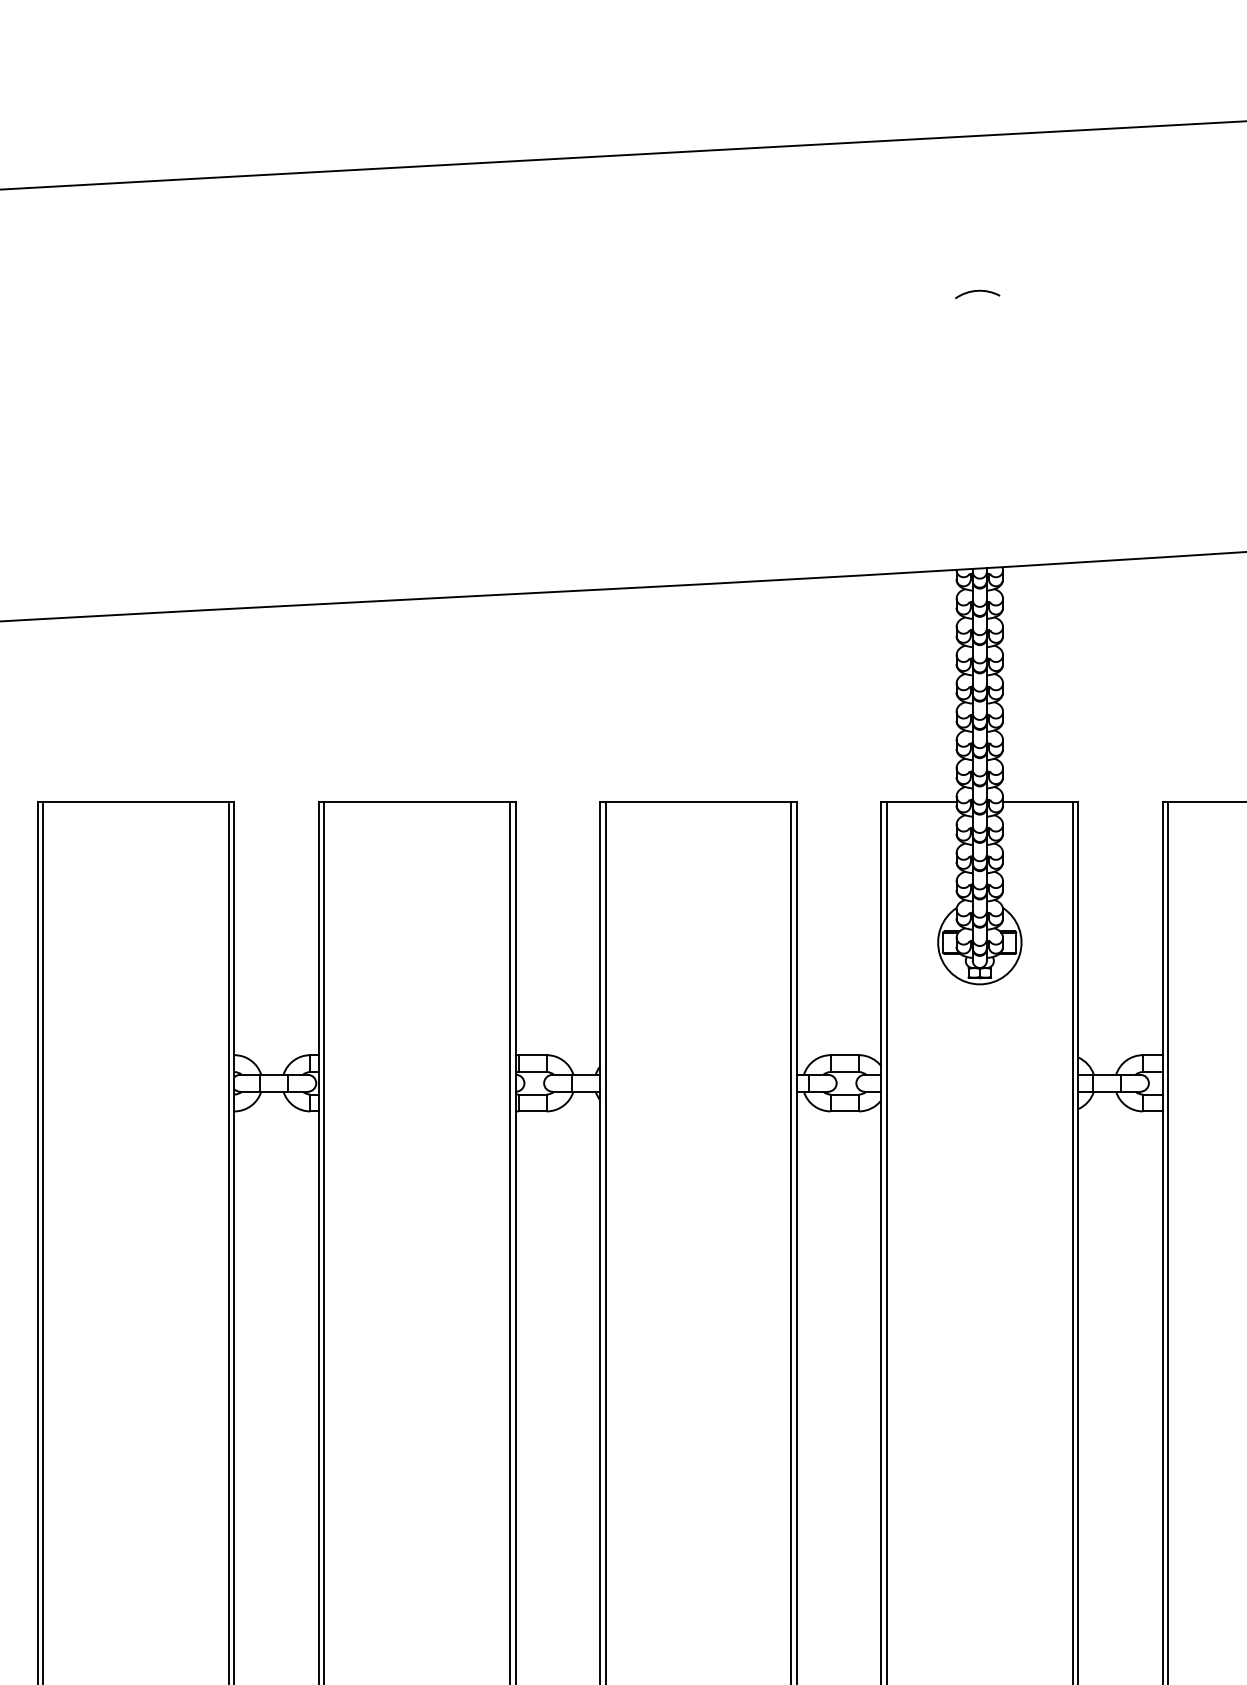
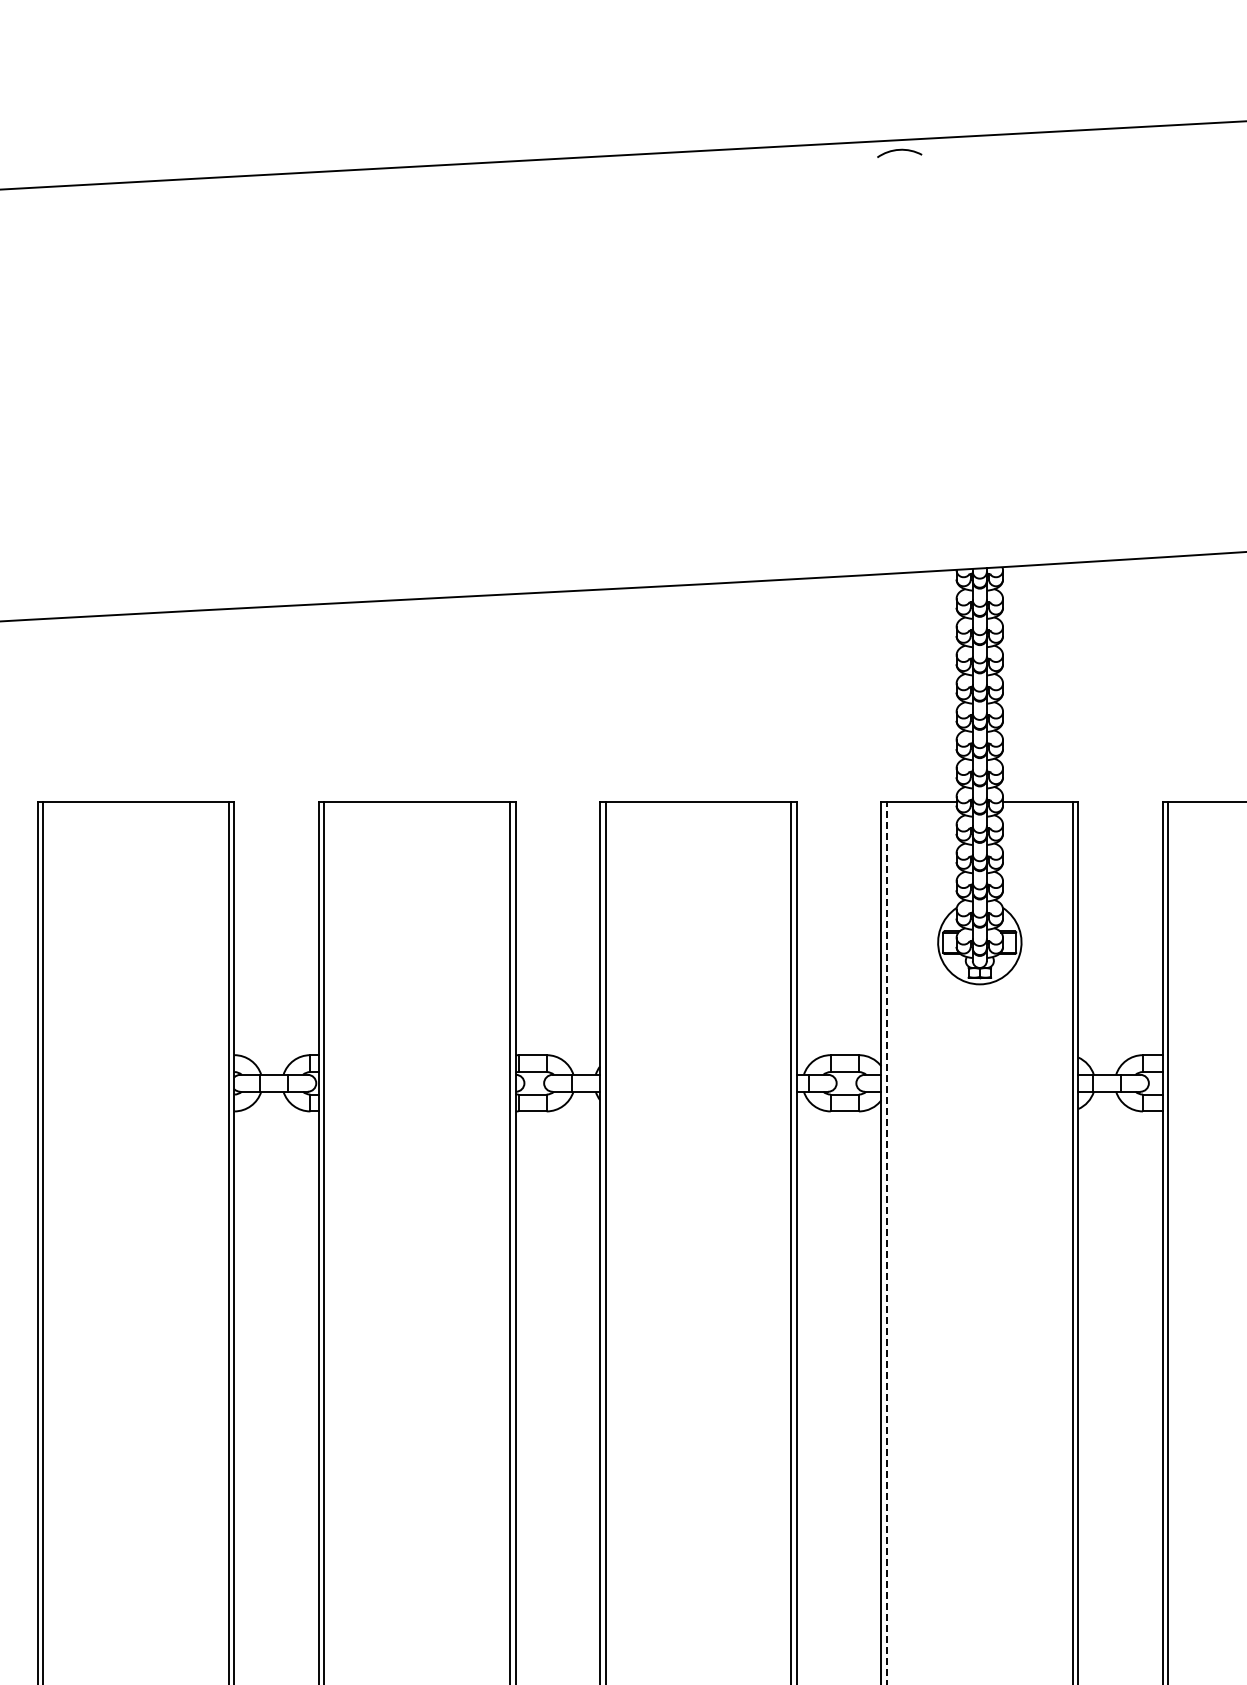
arc at (977, 291) position: (977, 291) -> (899, 150)
line at (887, 1242): solid -> dashed
